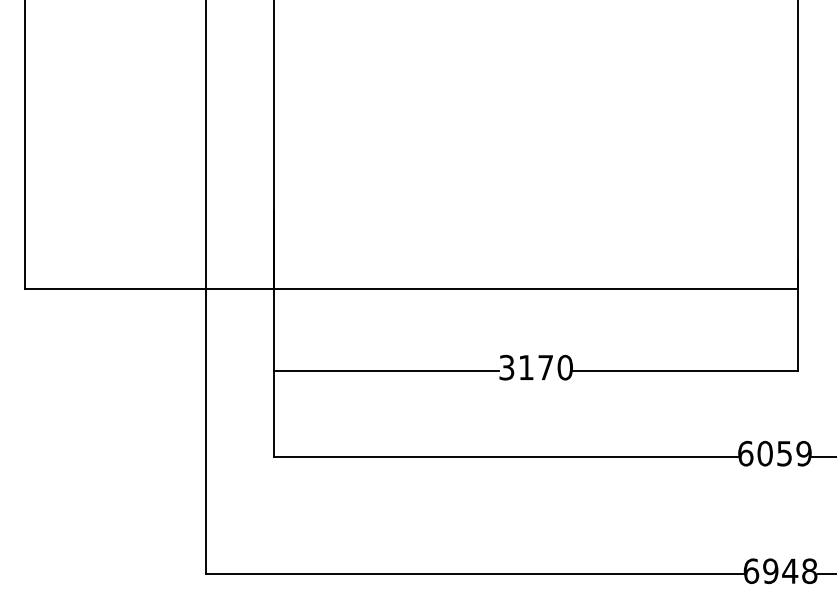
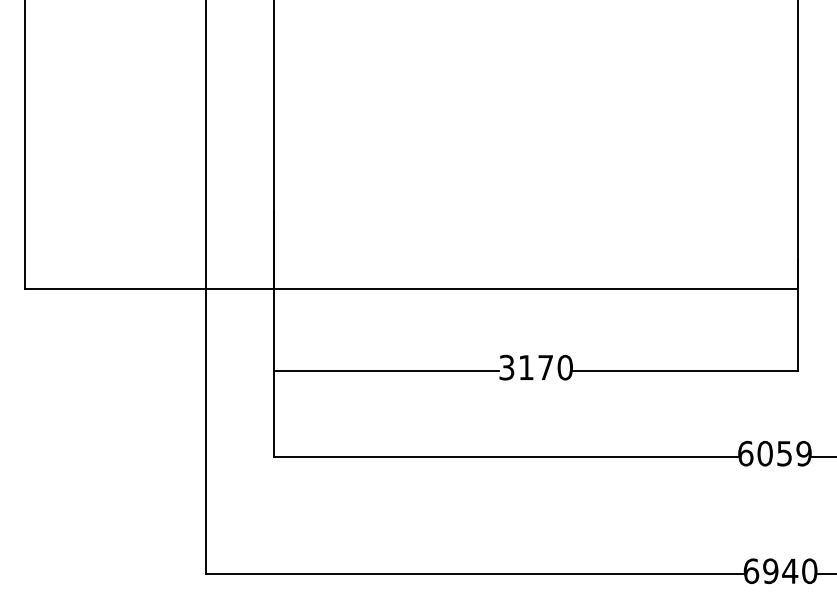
text at (809, 570): 6948 -> 6940
